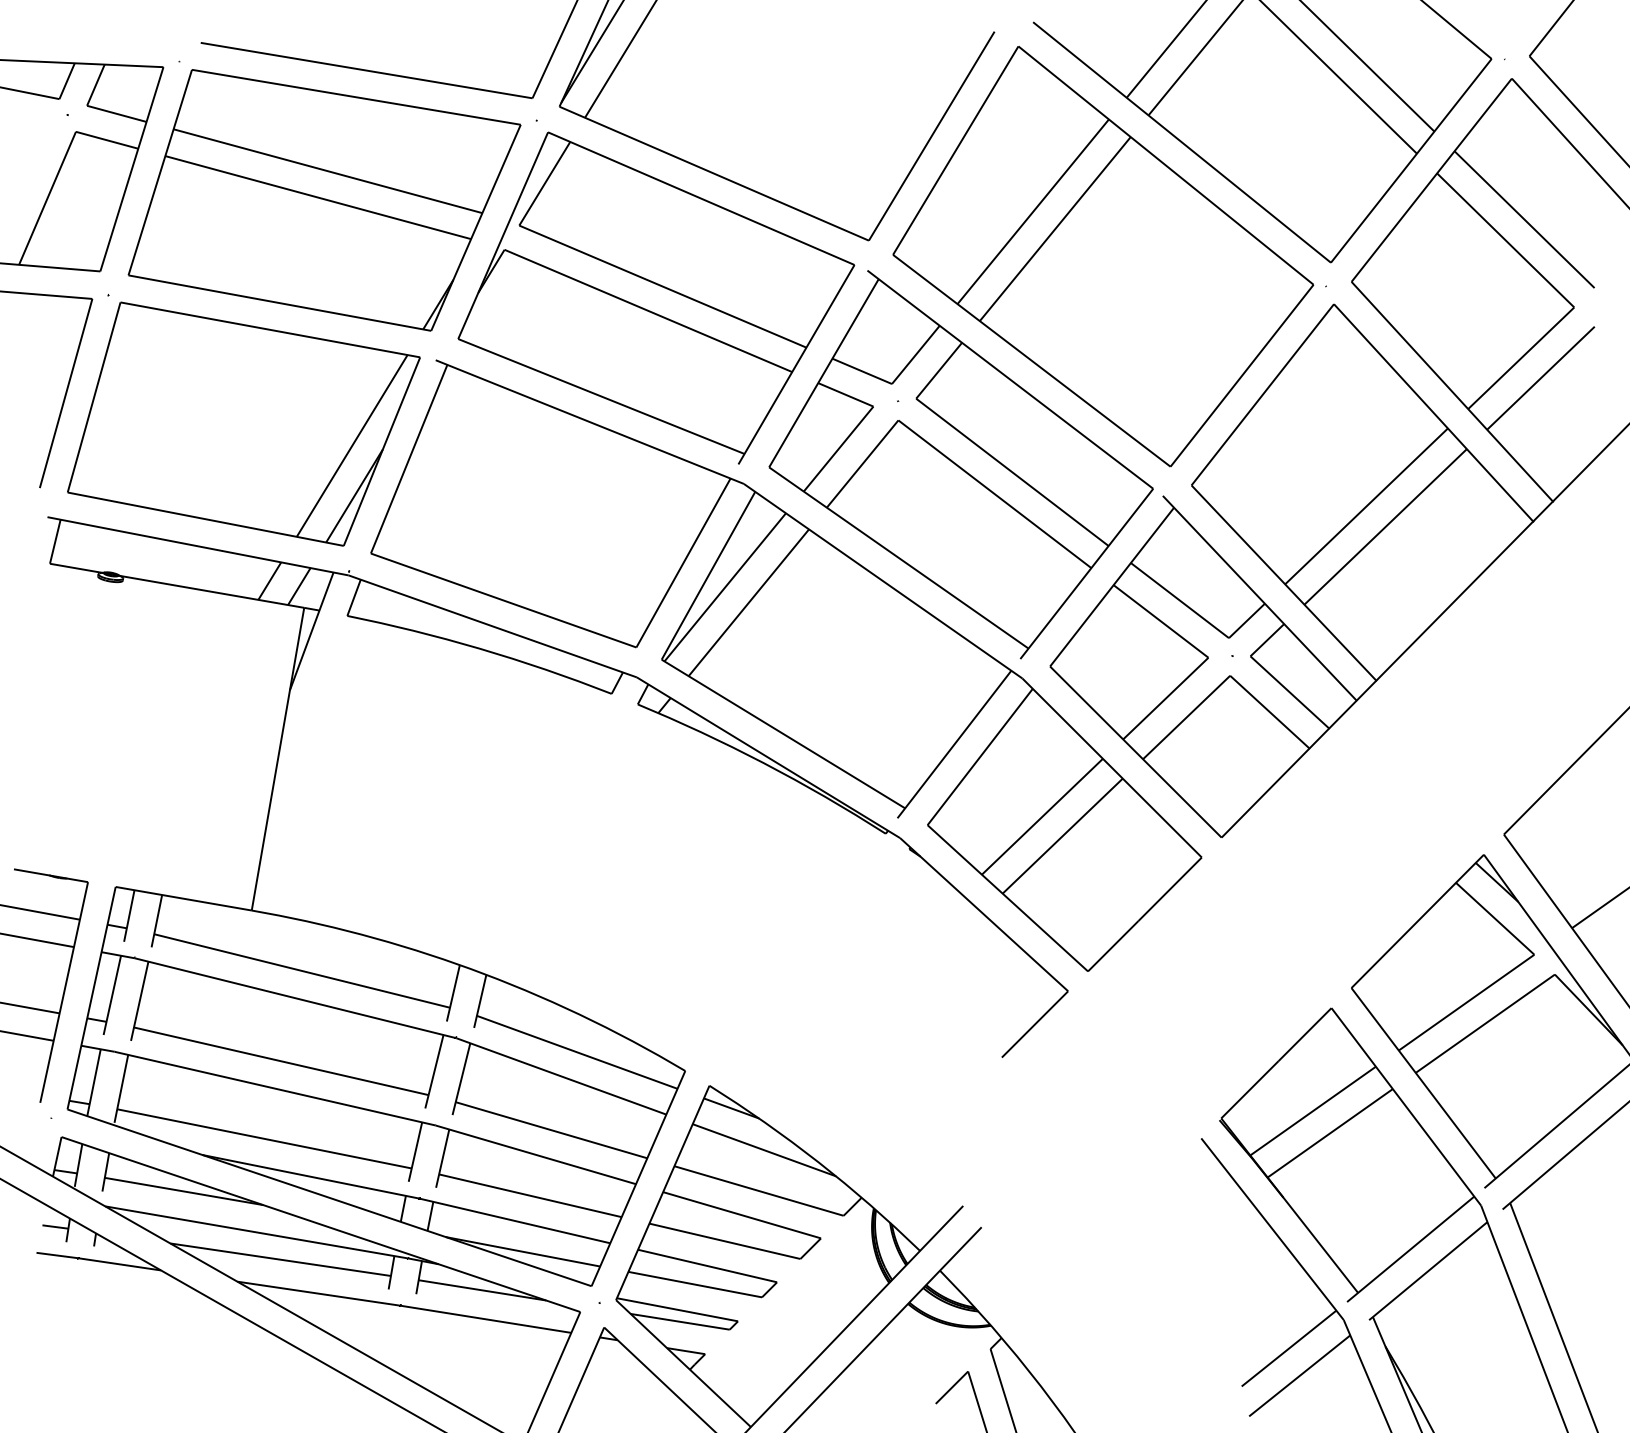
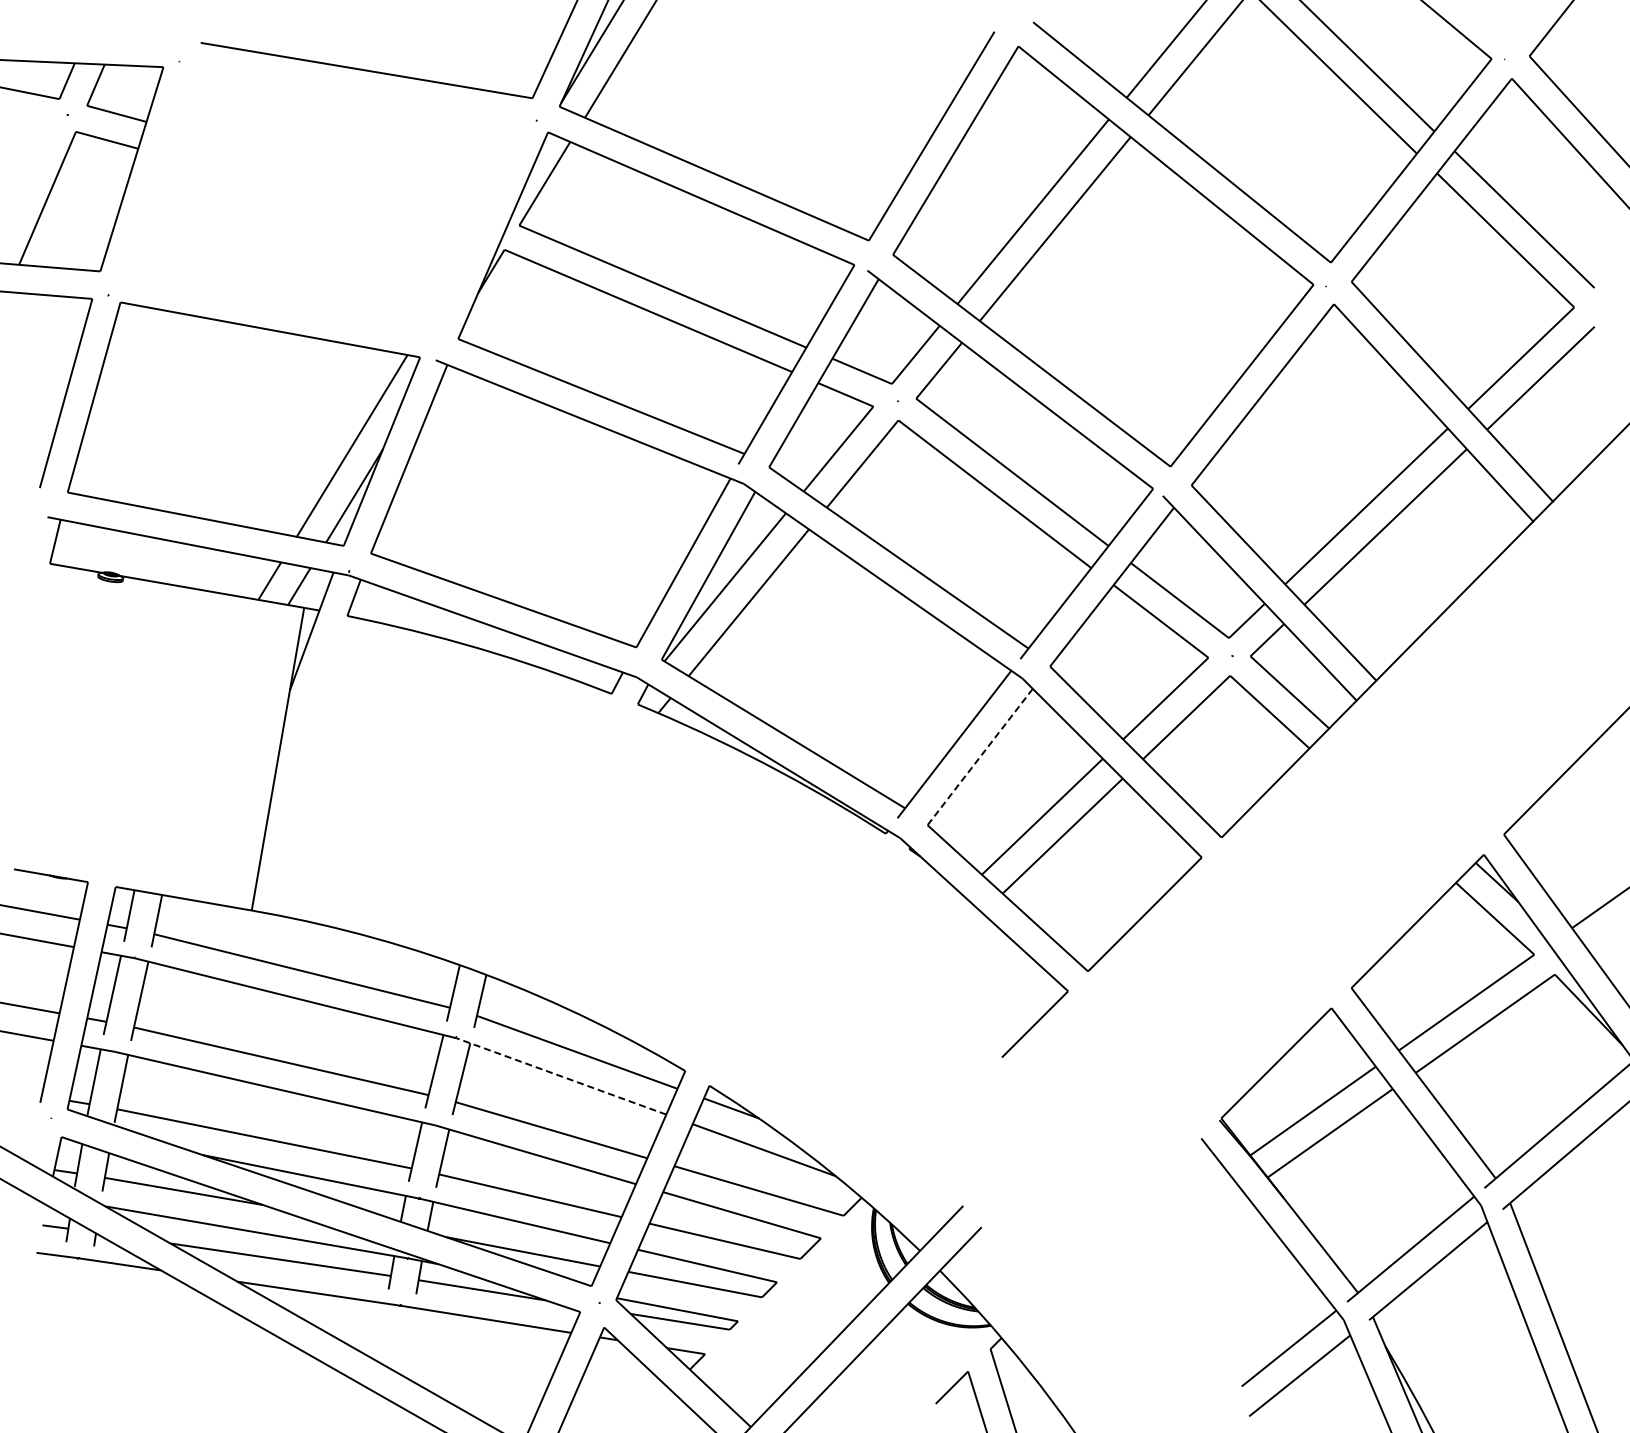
part at (324, 200): present -> none
line at (979, 757): solid -> dashed
line at (561, 1076): solid -> dashed
